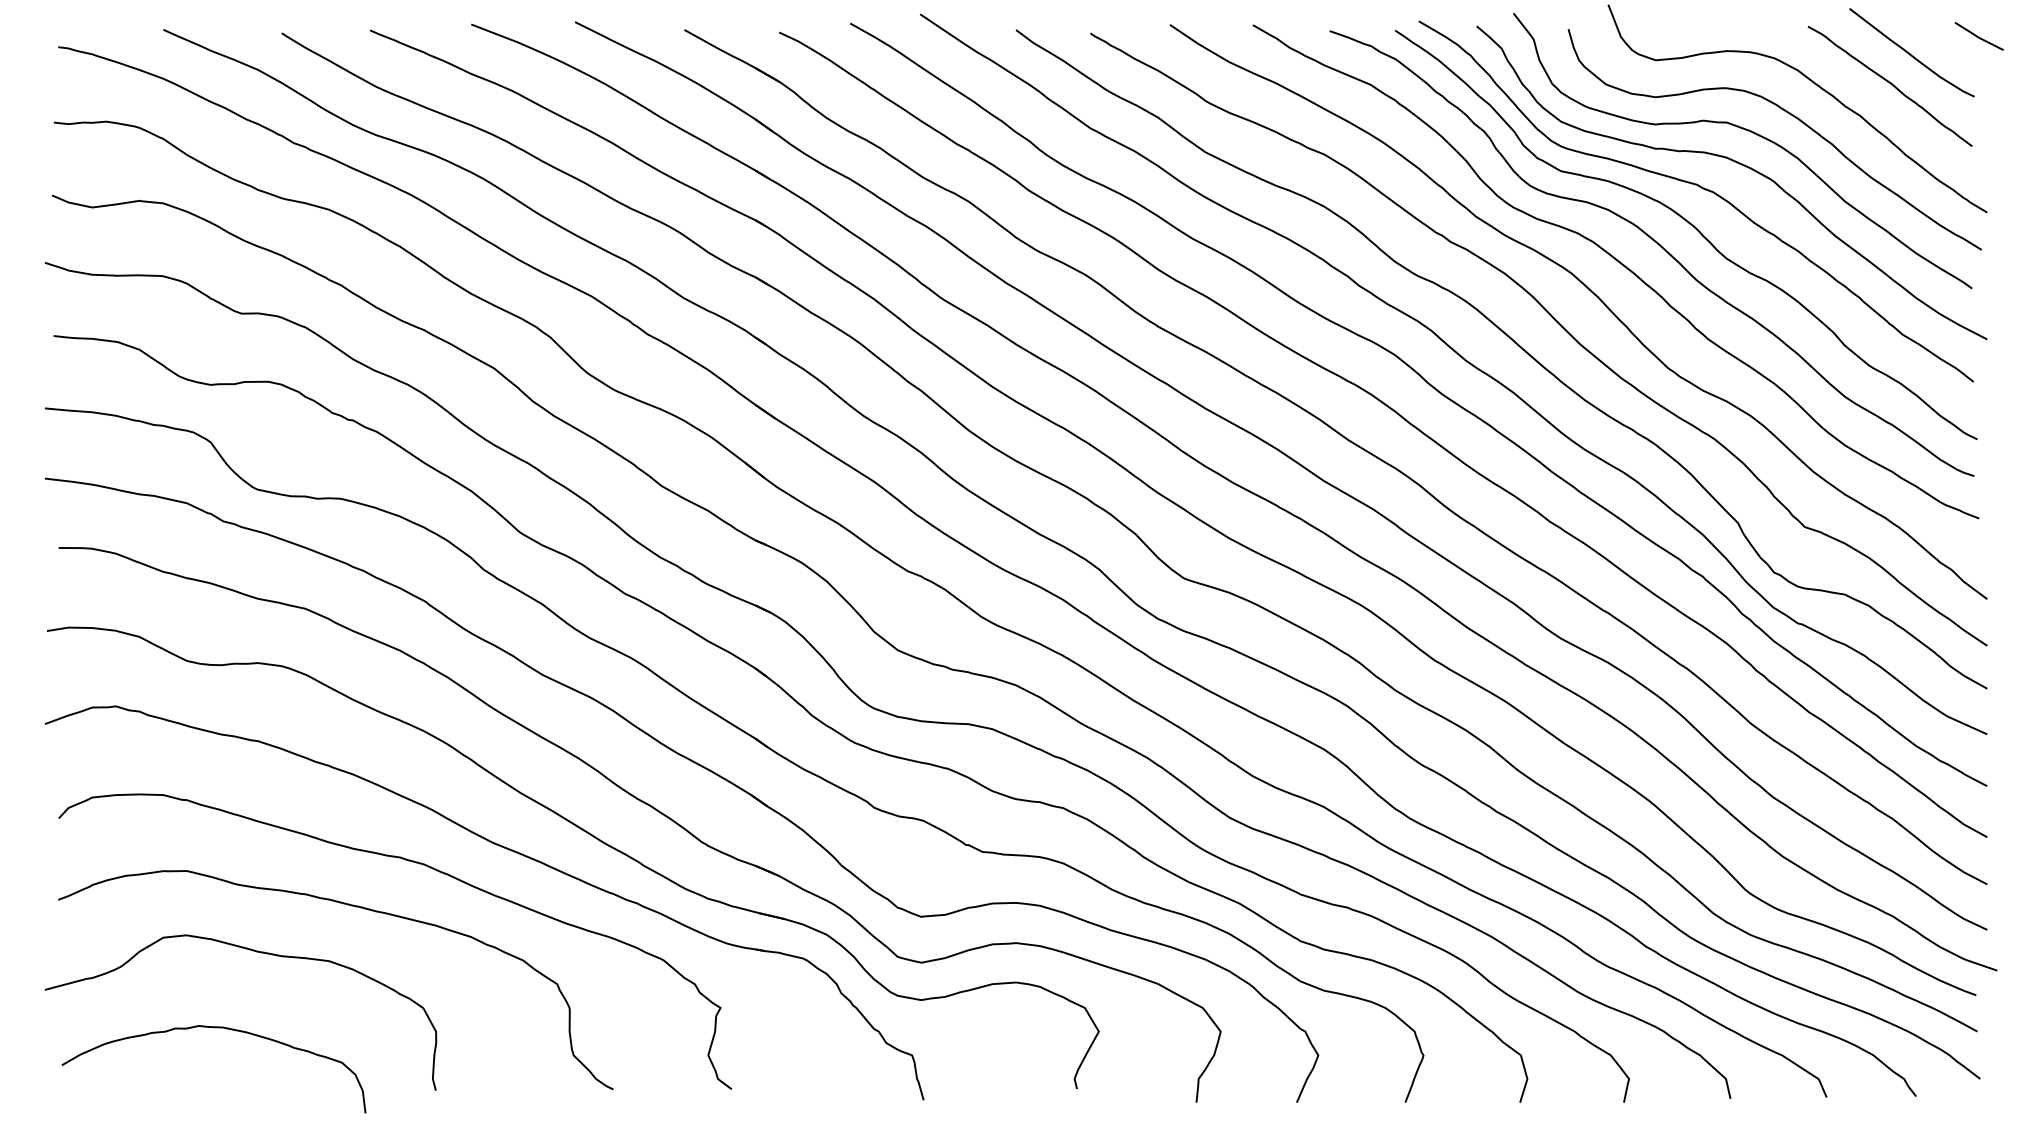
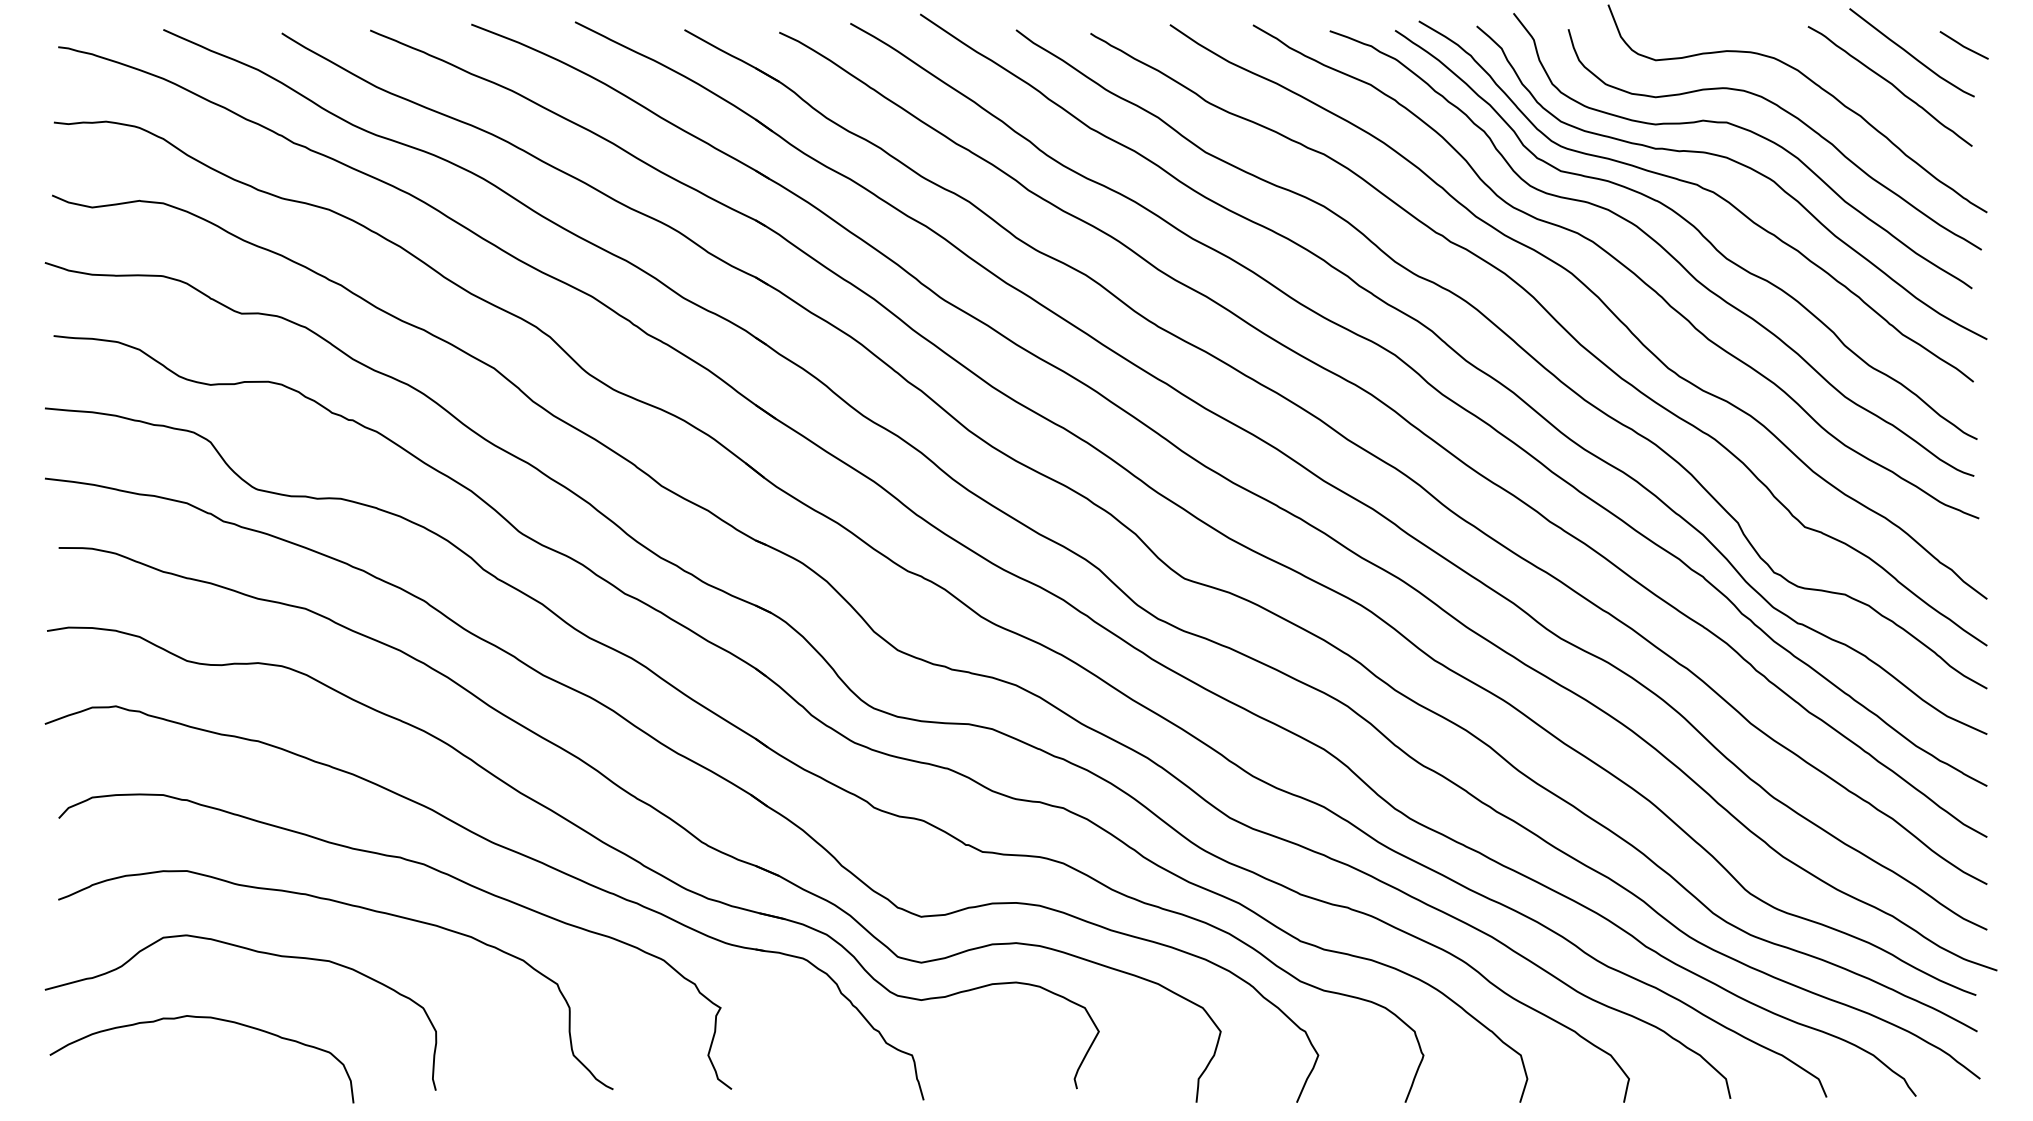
line at (1978, 36) position: (1978, 36) -> (1963, 45)
curve at (214, 1028) position: (214, 1028) -> (202, 1018)
